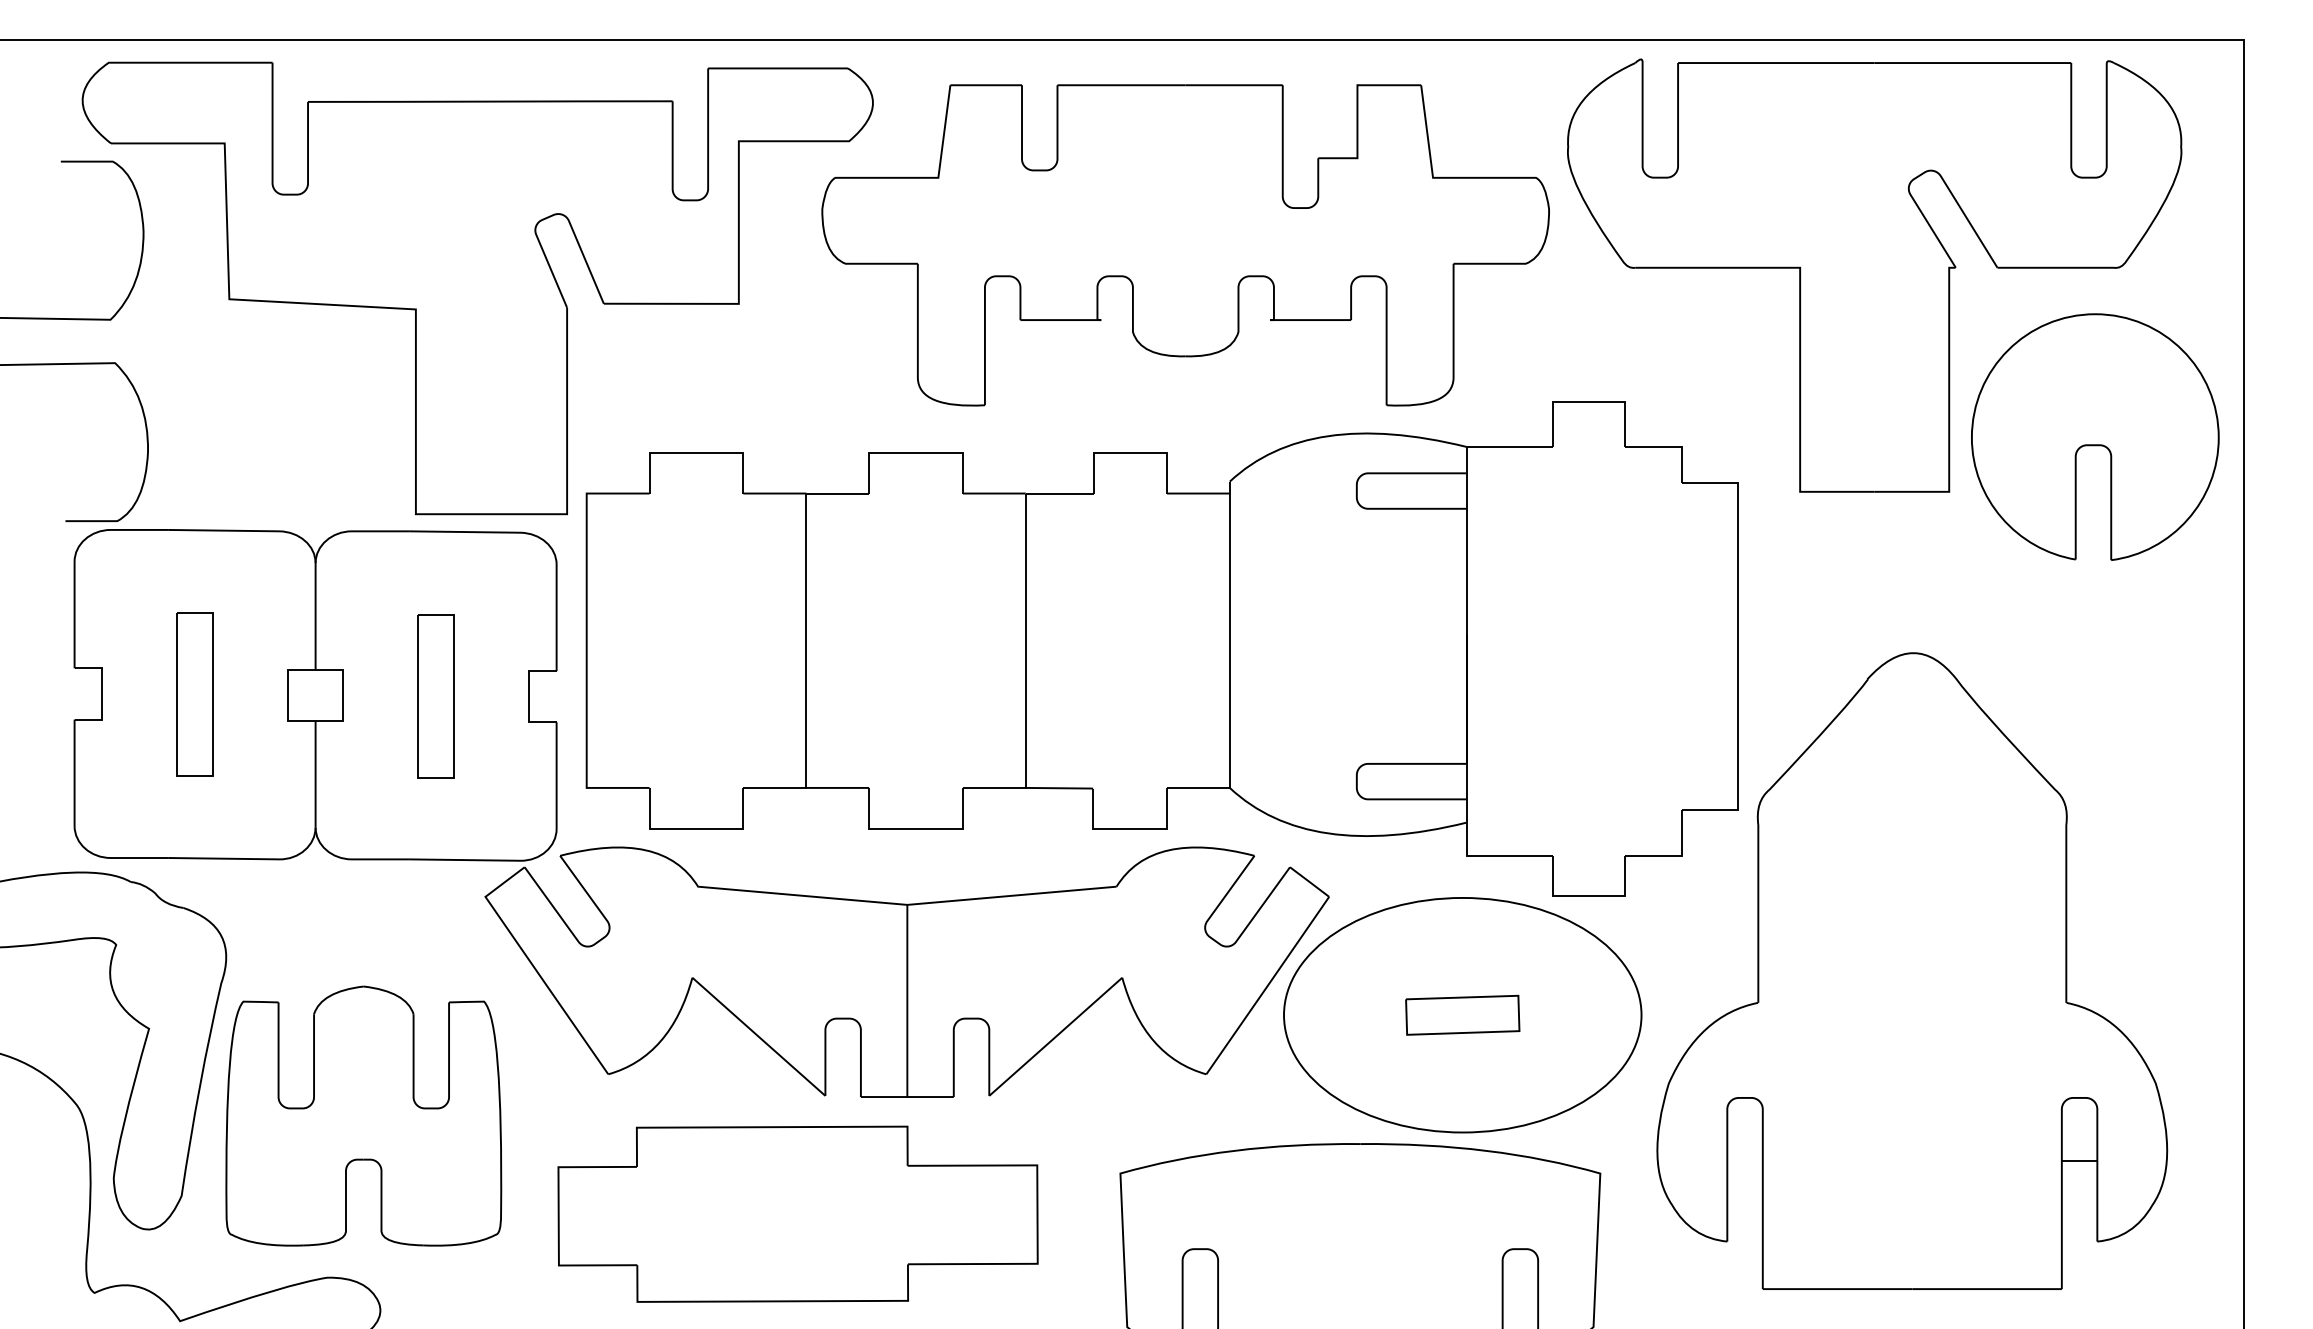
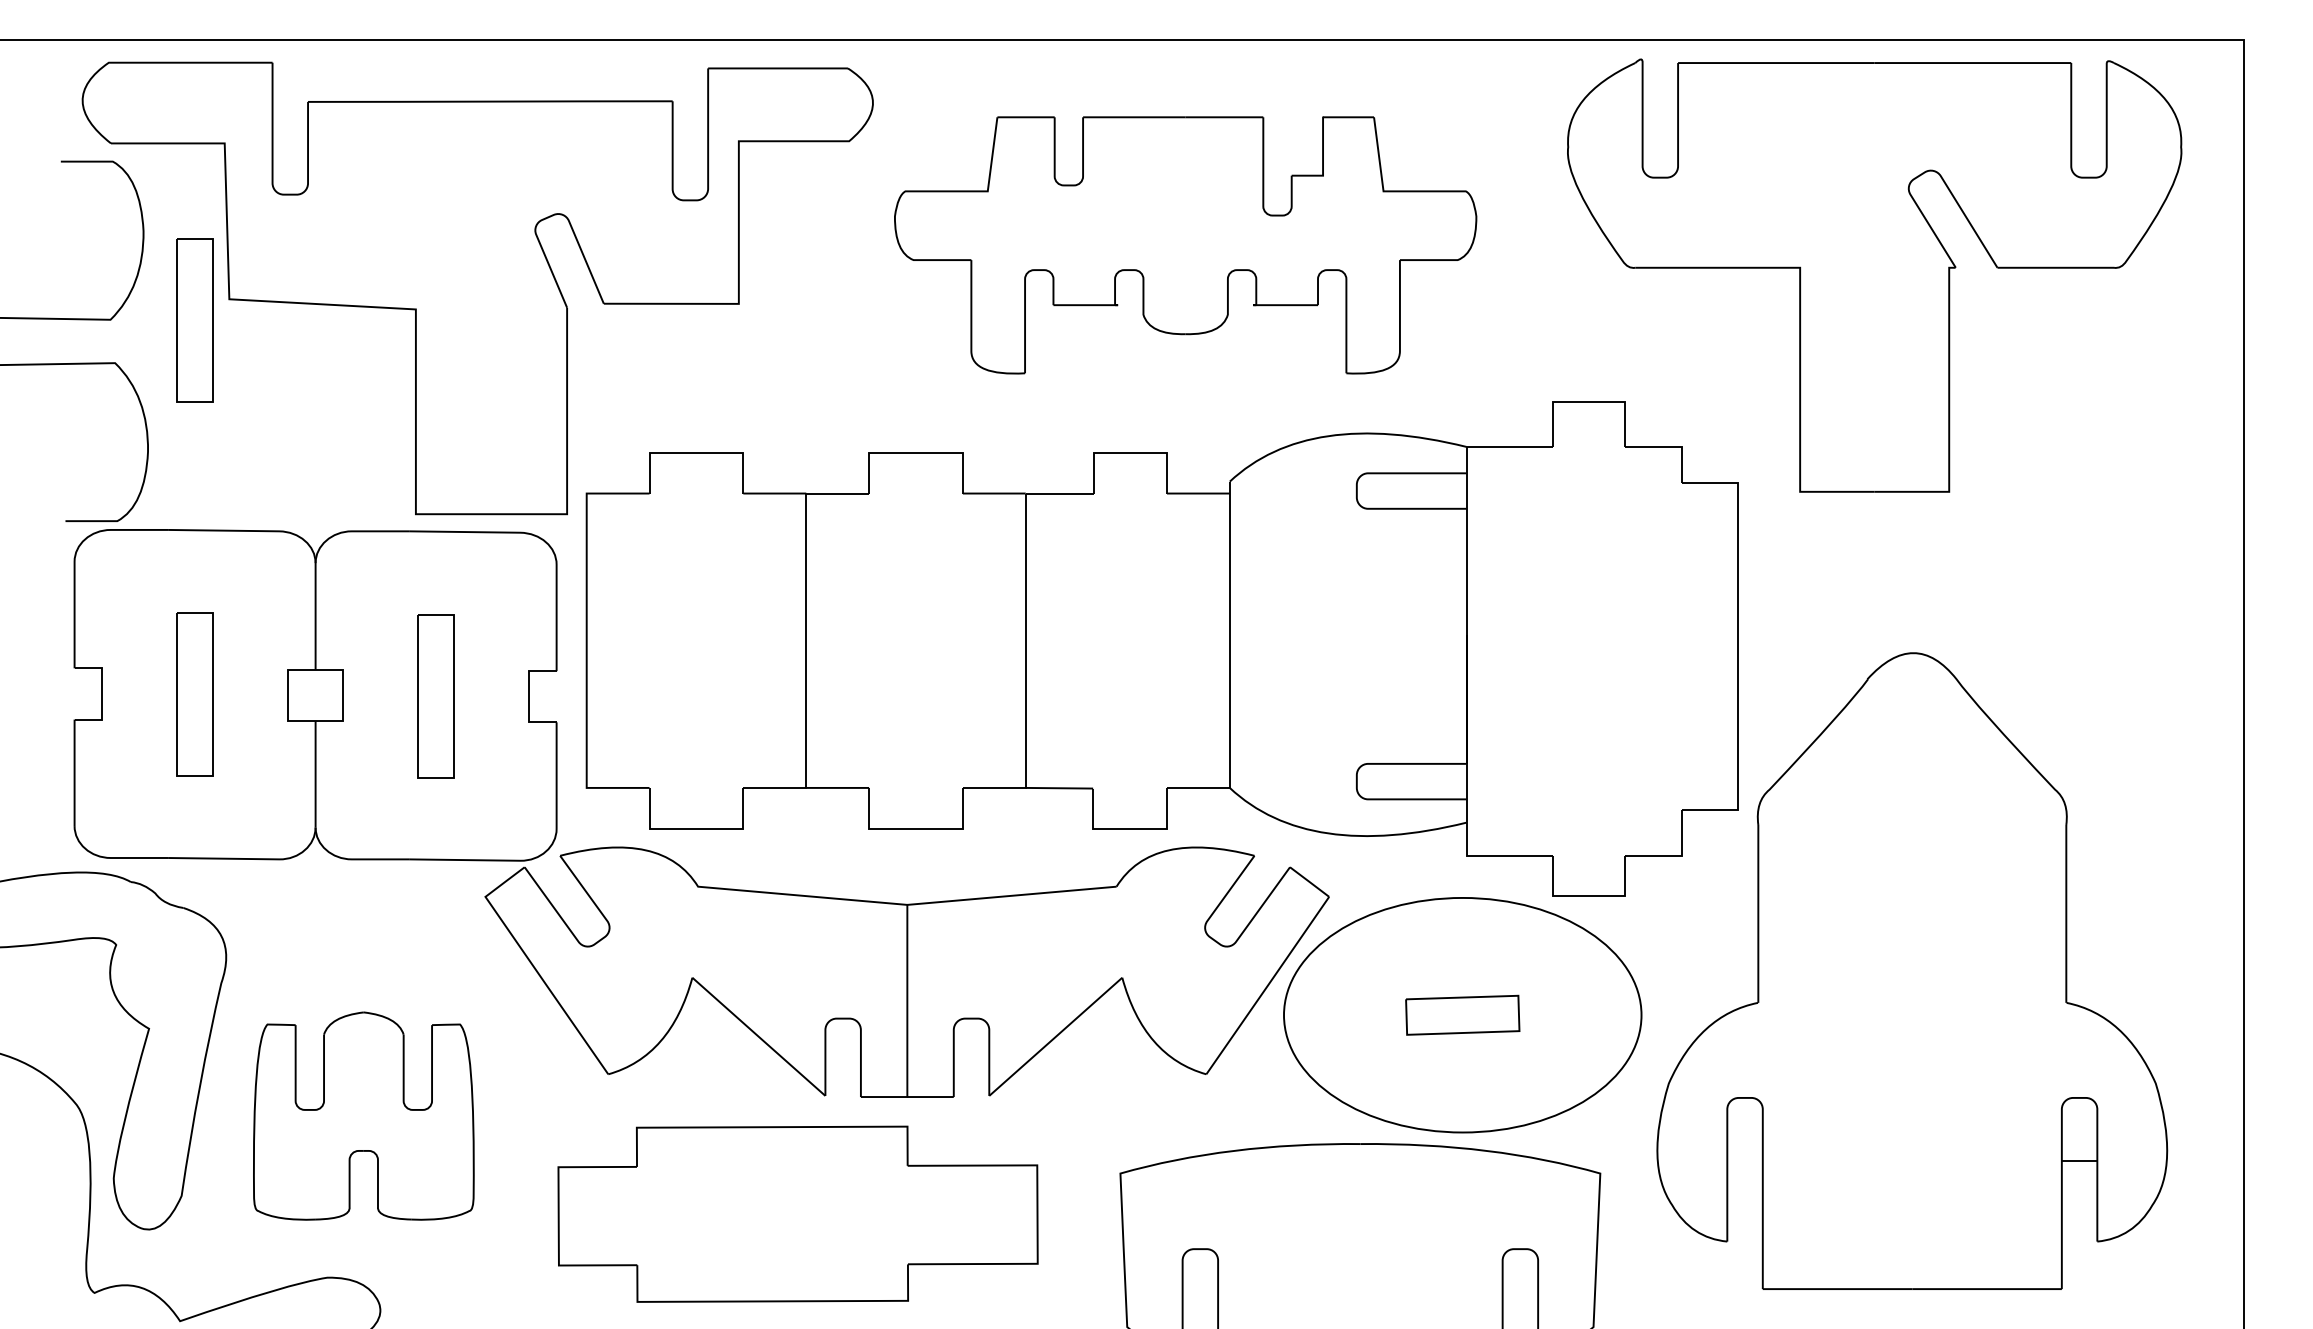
part at (1185, 245) size: 729x323 px -> 584x259 px
part at (194, 320): none -> present
part at (2095, 436): present -> none
part at (363, 1115) size: 278x262 px -> 222x210 px
